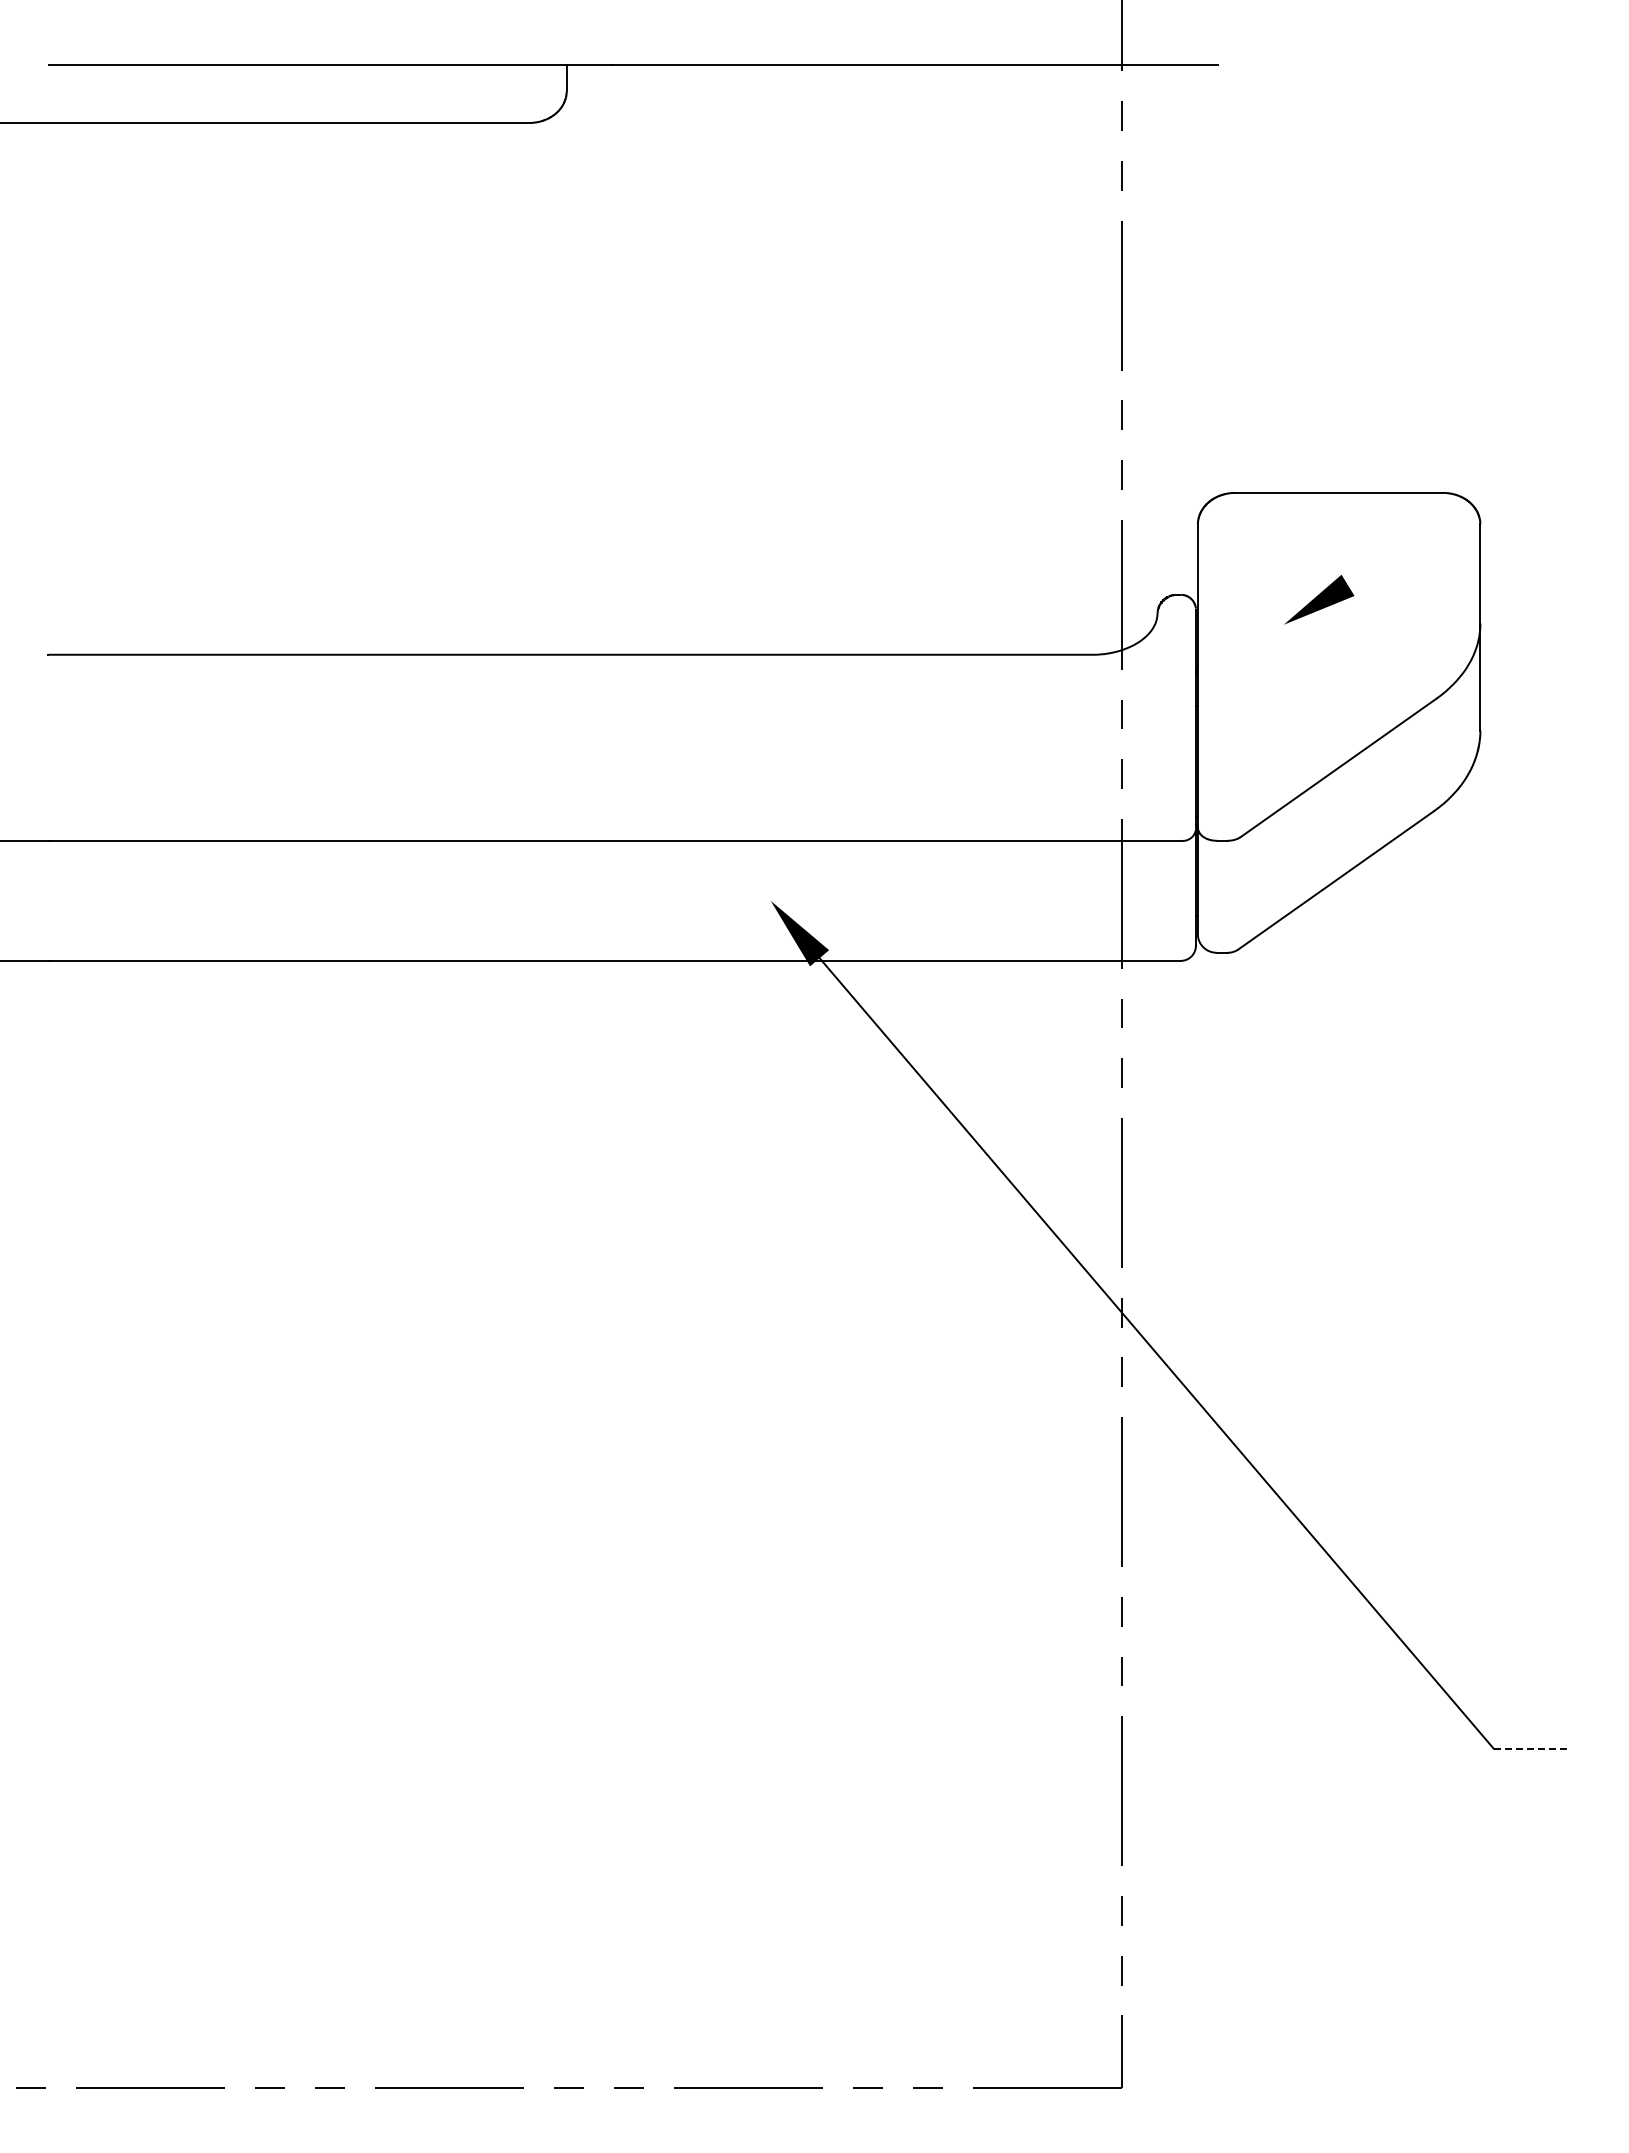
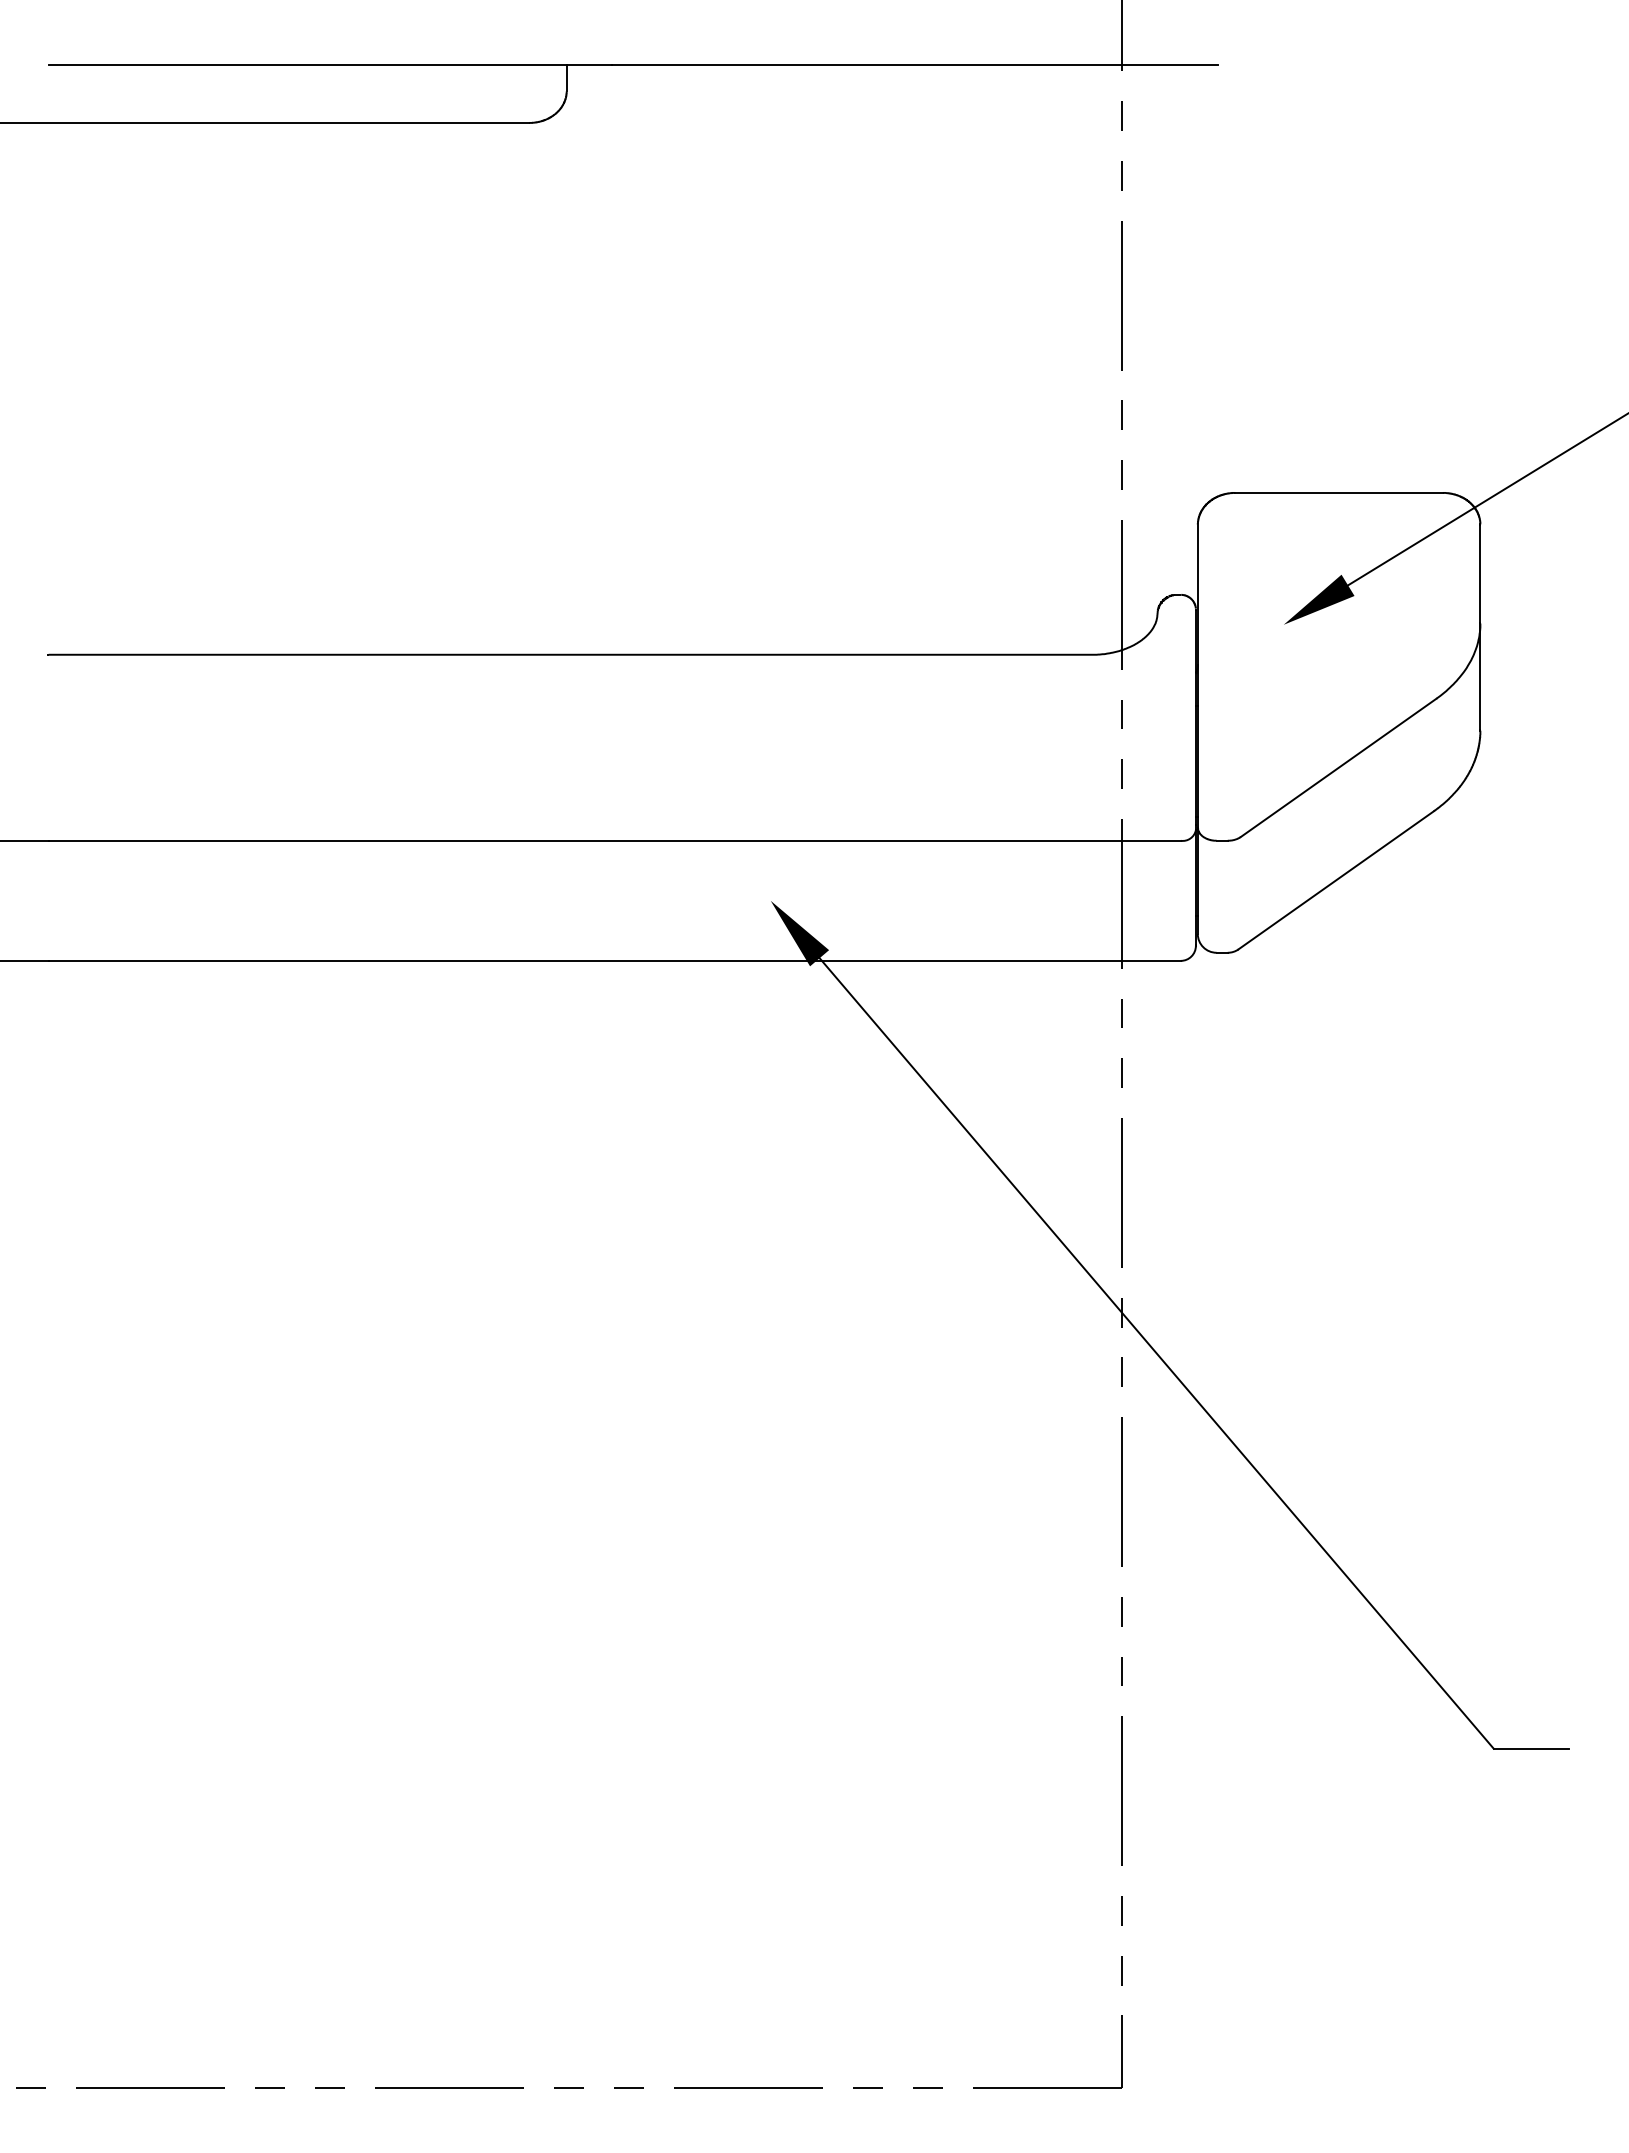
line at (1486, 499): none -> present
line at (1531, 1748): dashed -> solid
